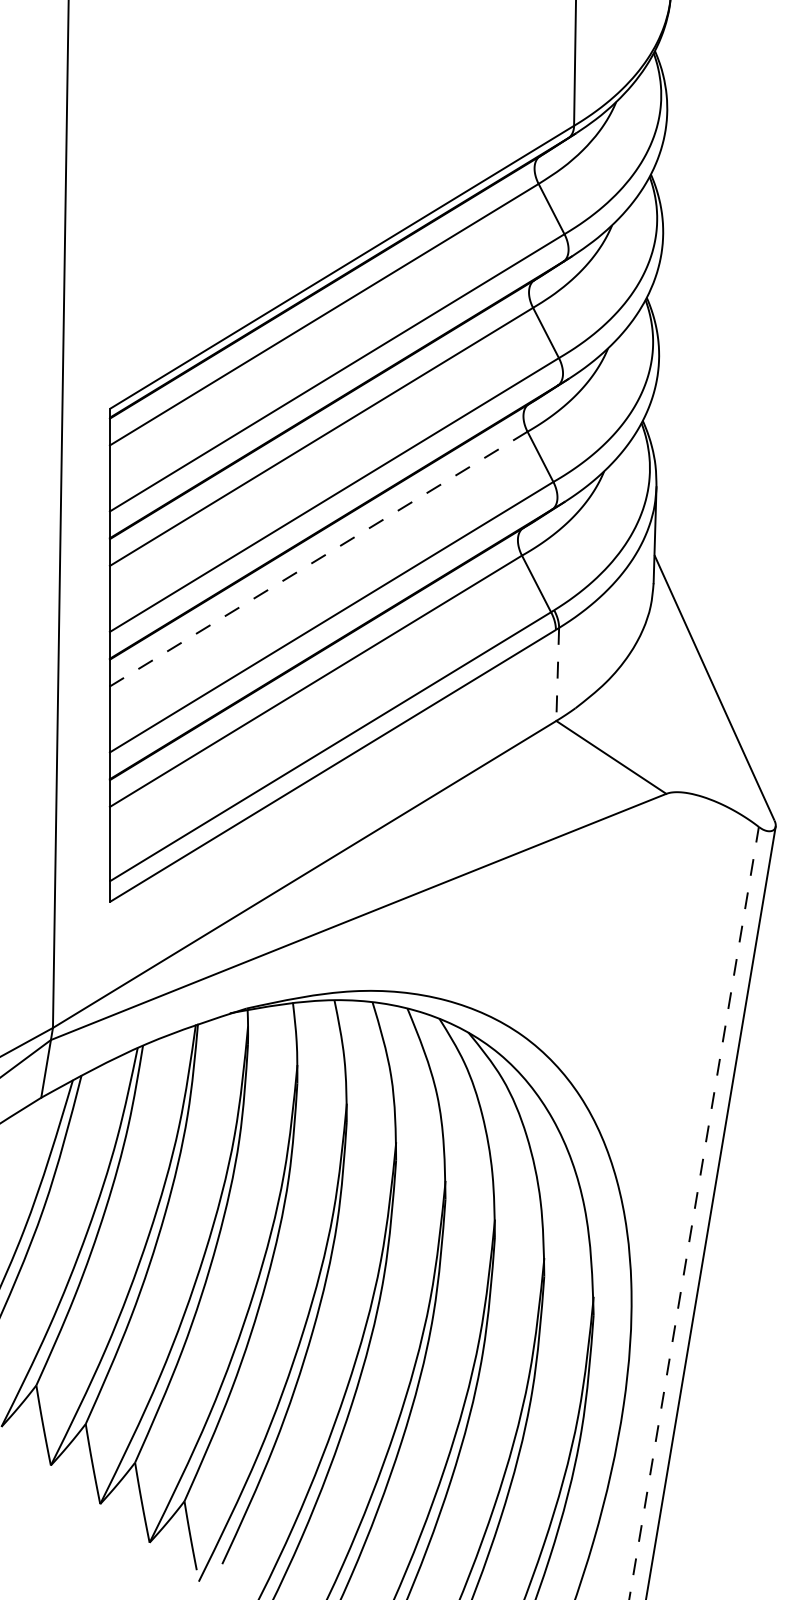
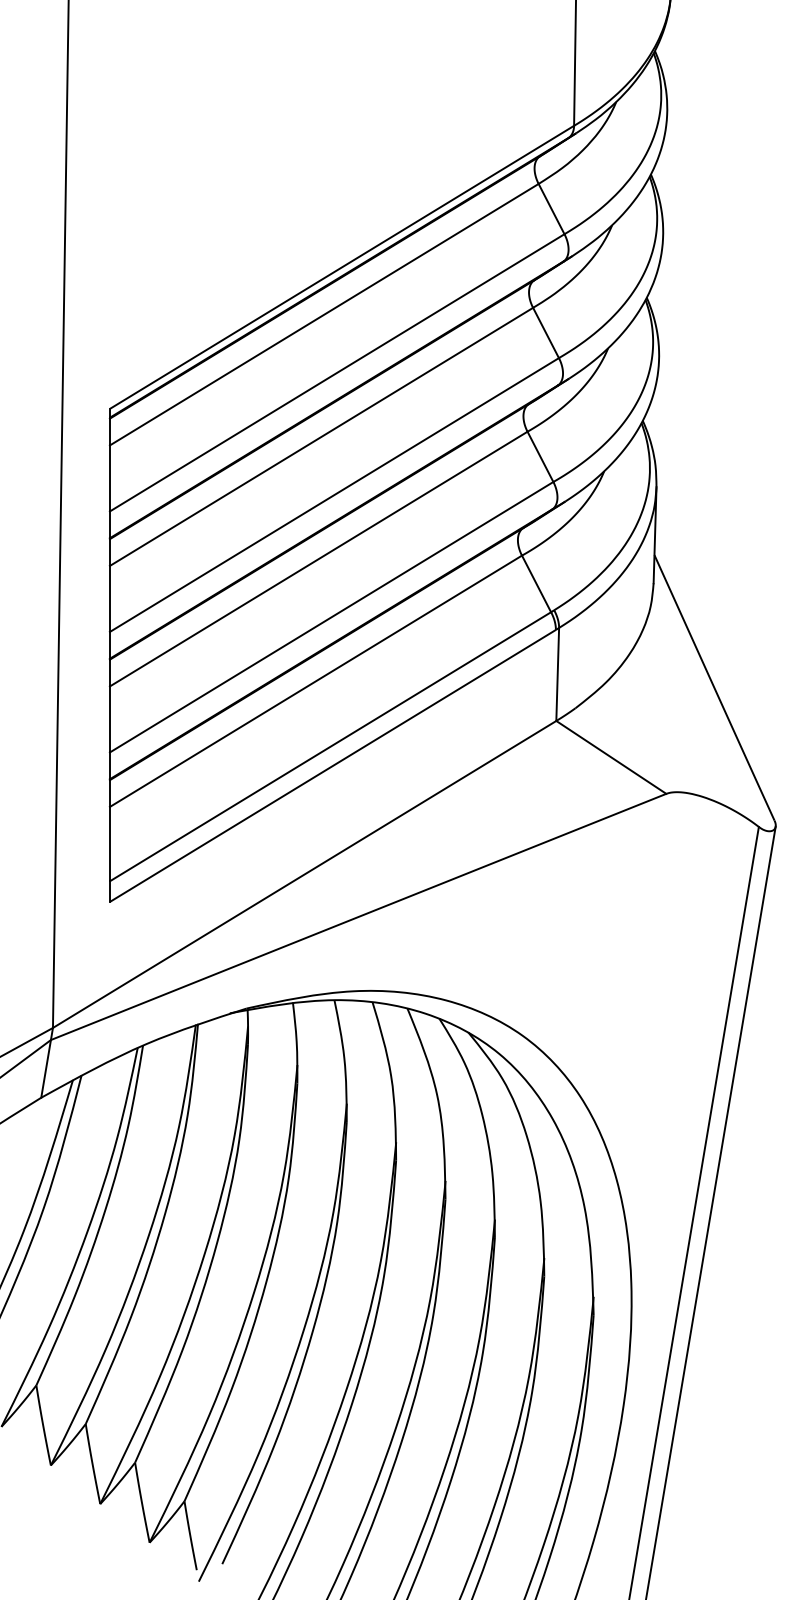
line at (318, 559): dashed -> solid
line at (557, 674): dashed -> solid
line at (694, 1213): dashed -> solid
